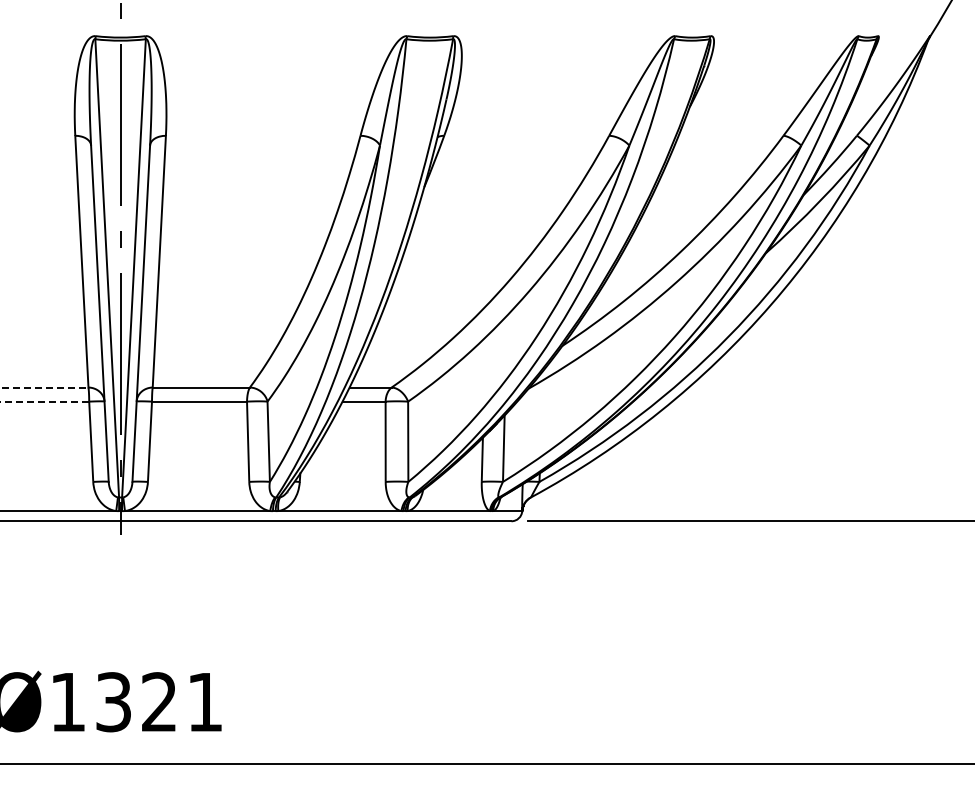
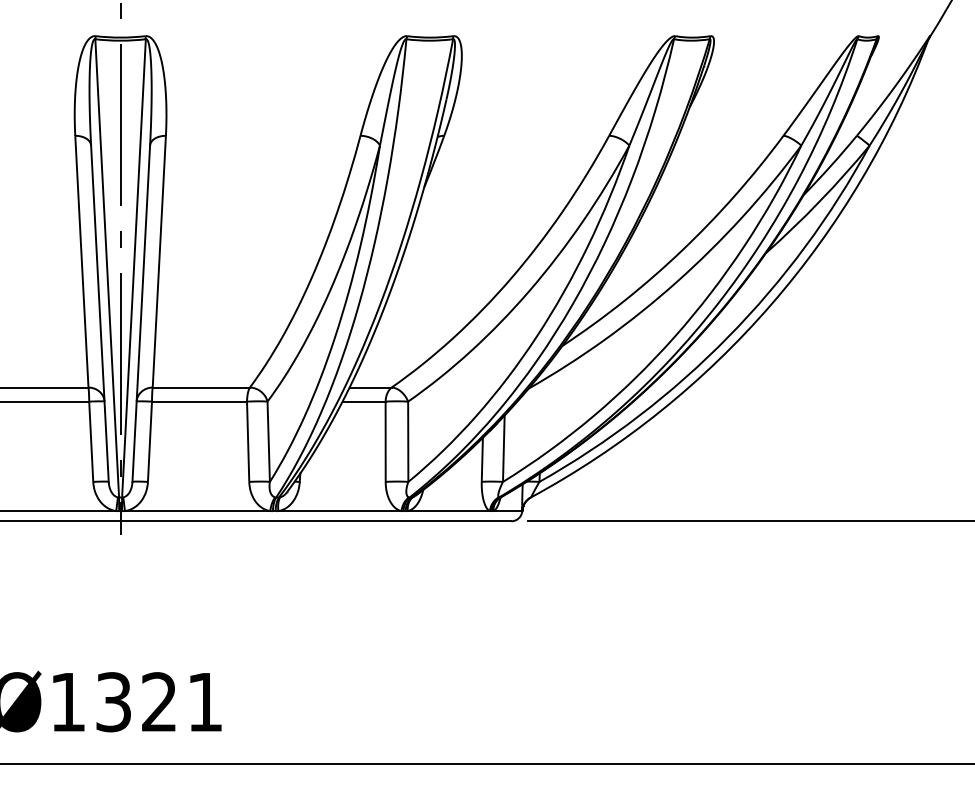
line at (44, 387): dashed -> solid
line at (44, 401): dashed -> solid
